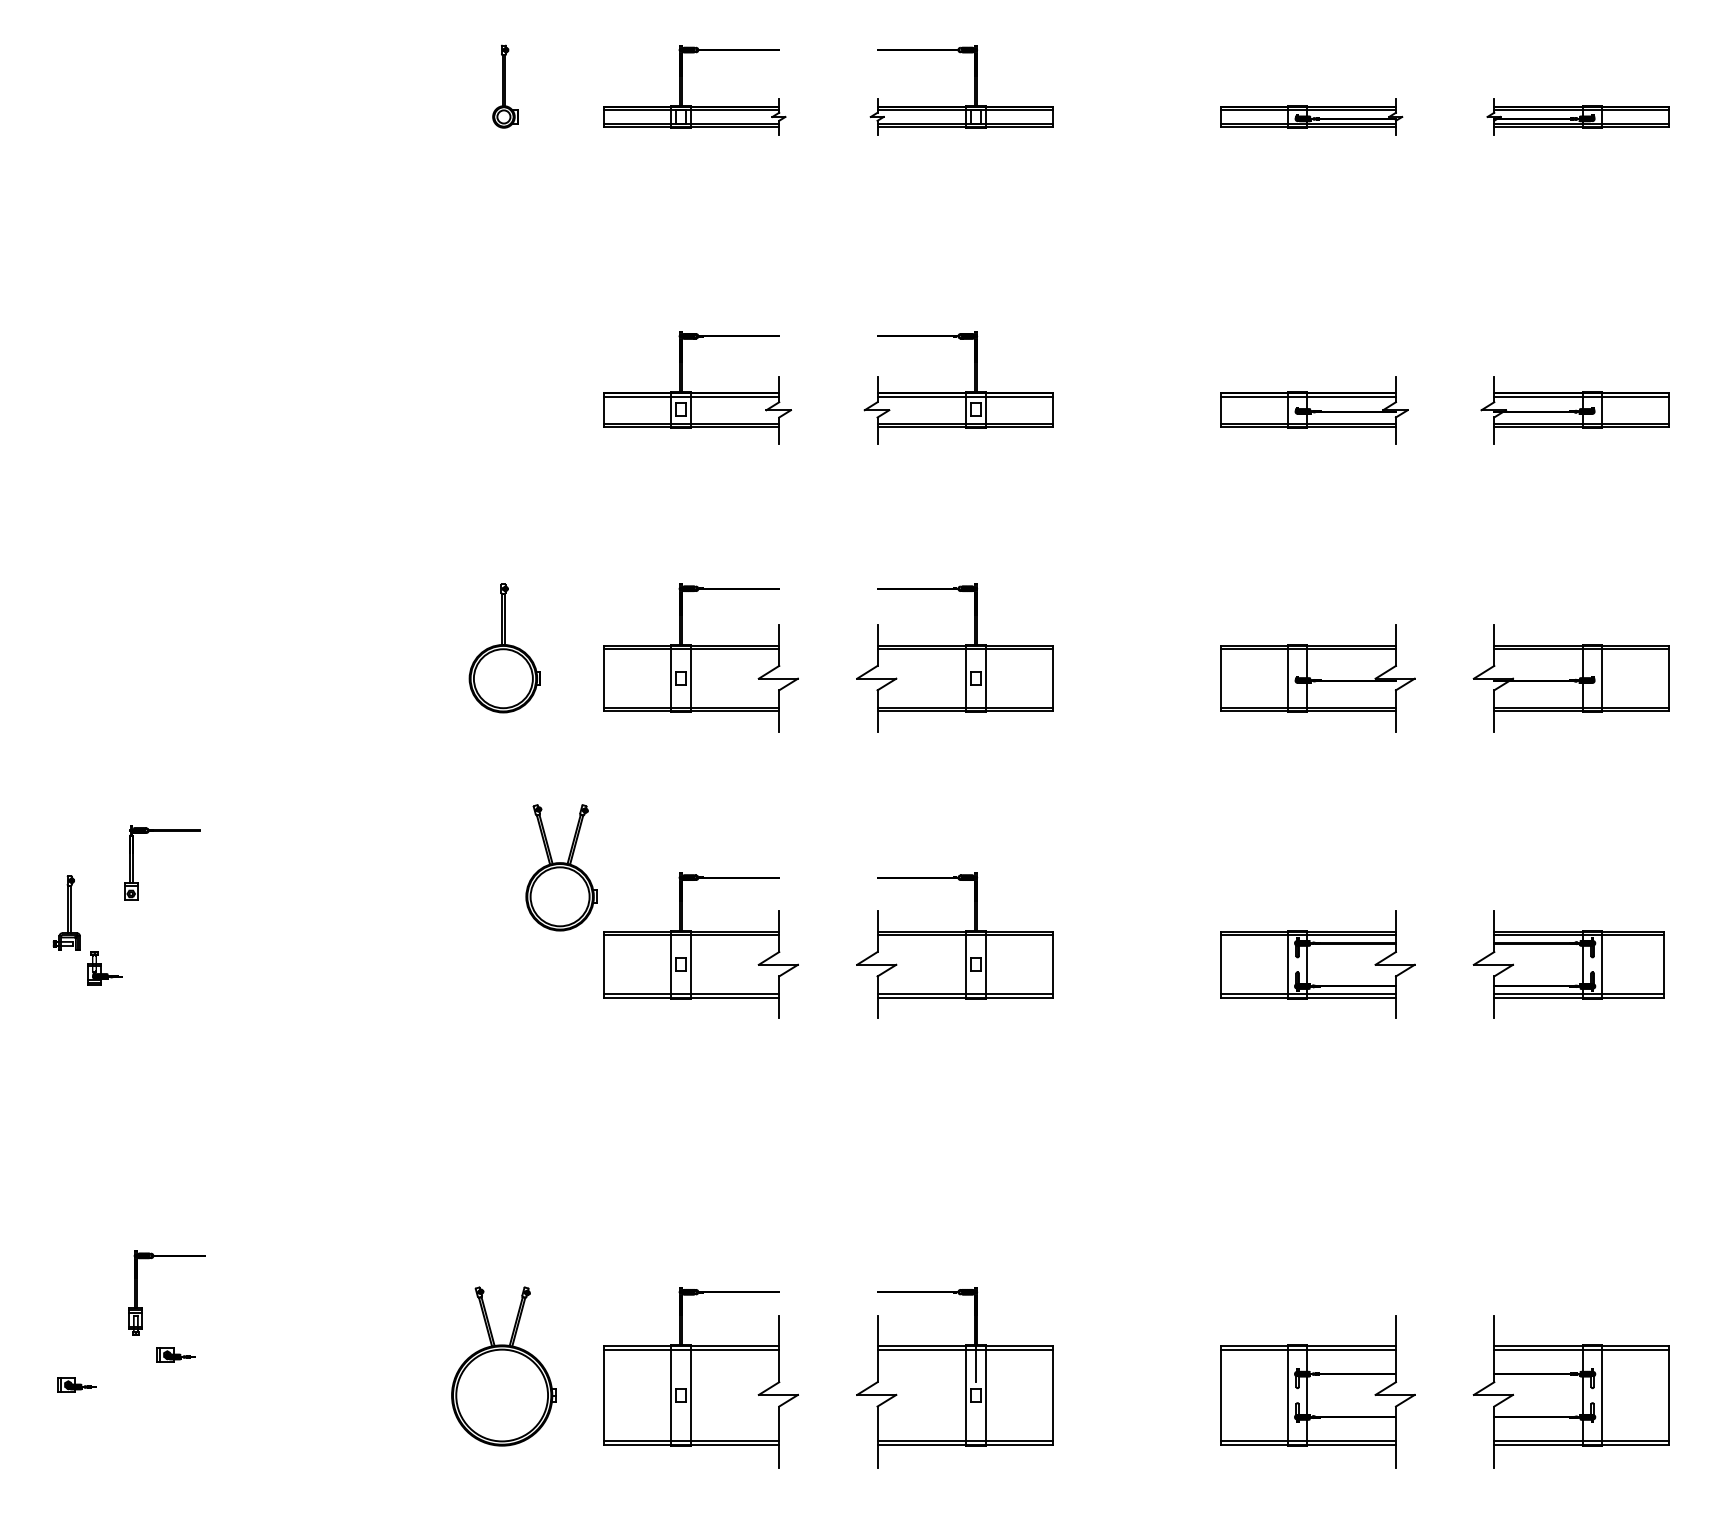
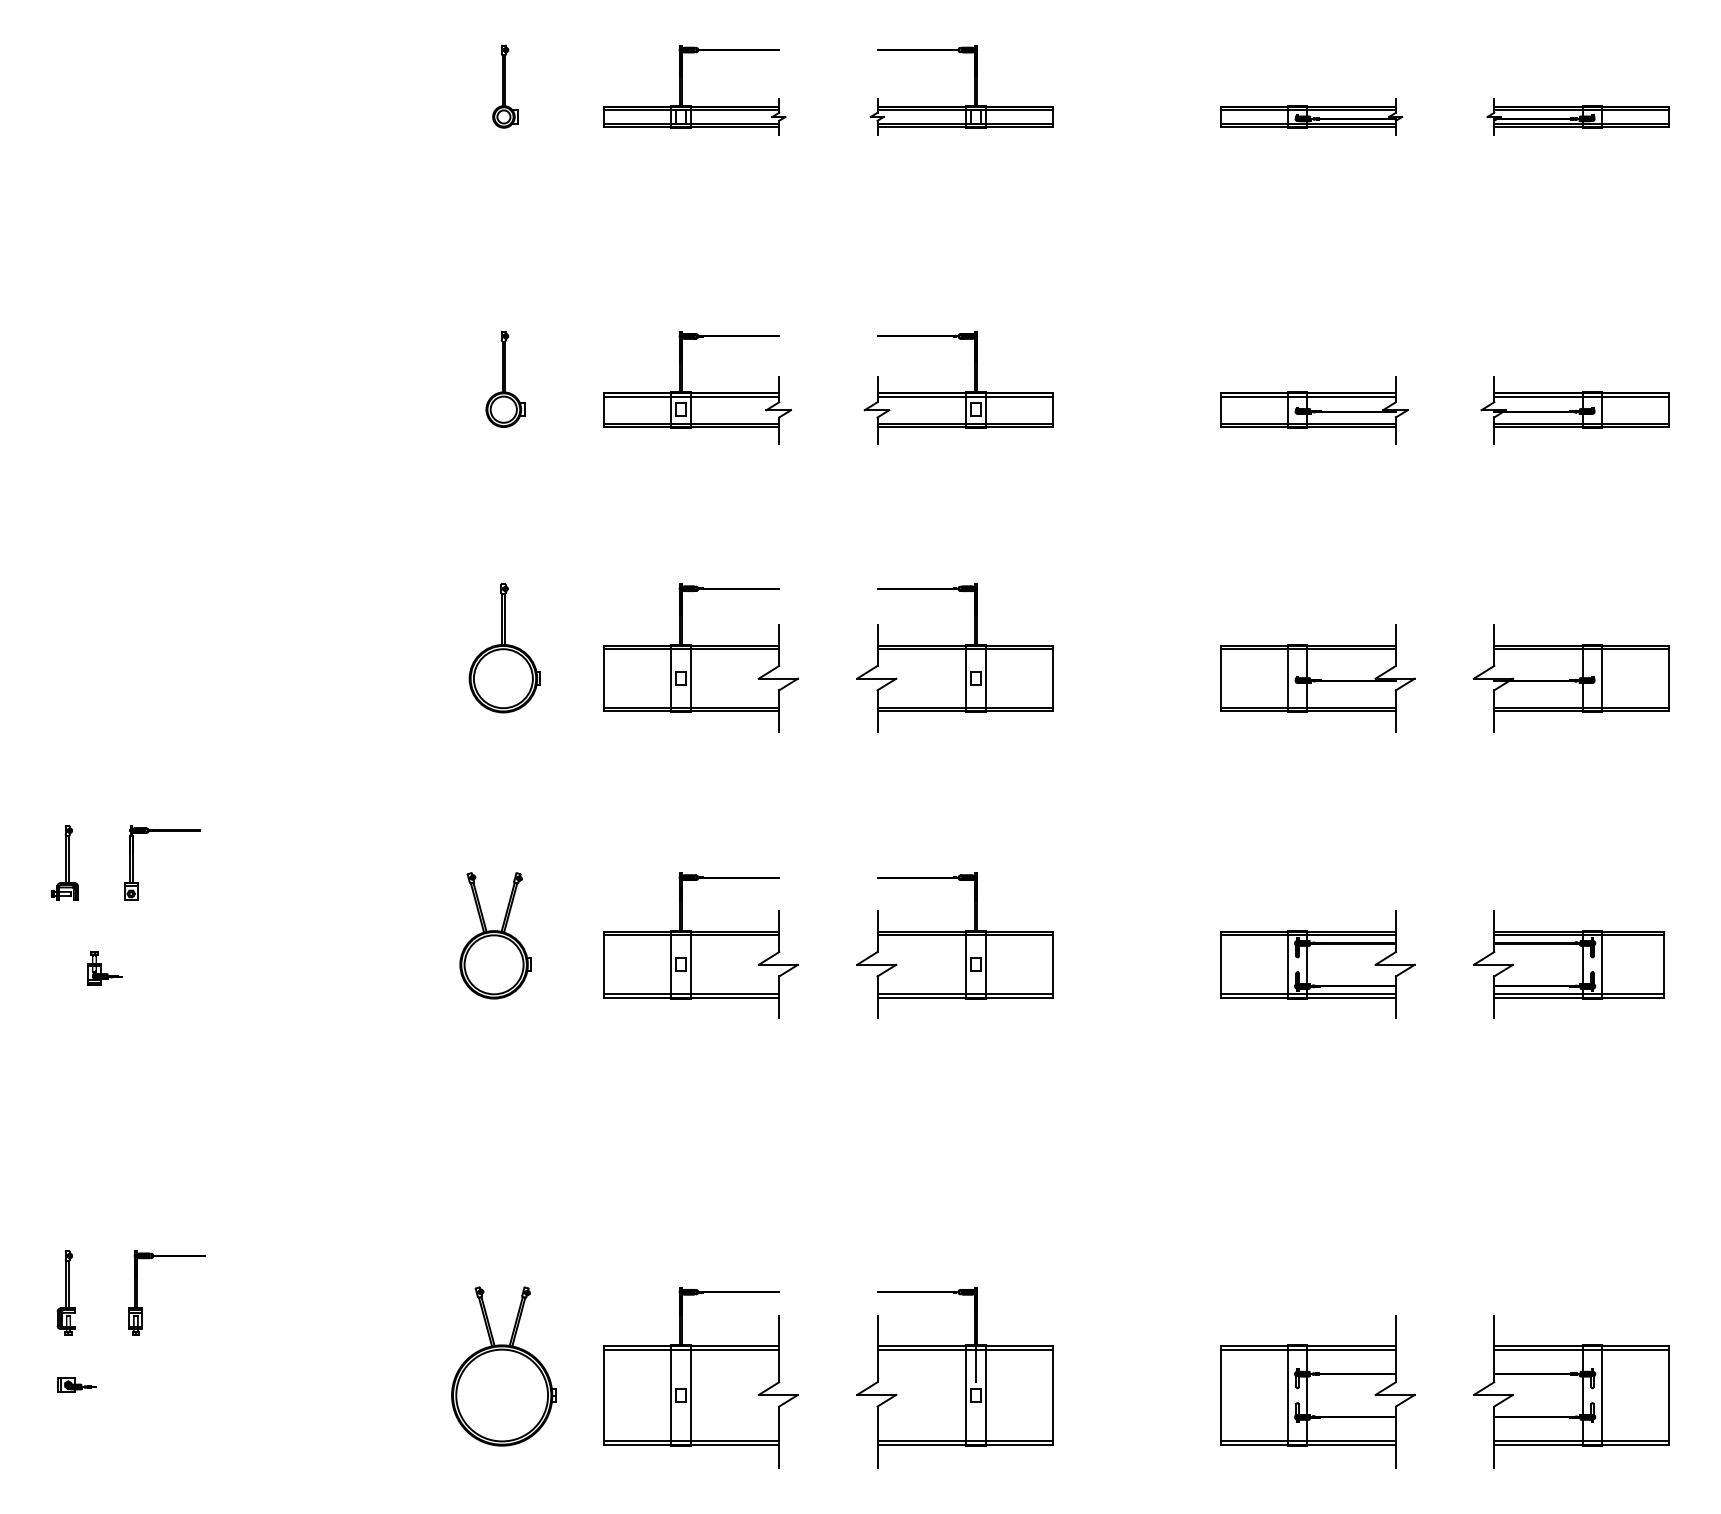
part at (505, 378): none -> present
part at (561, 867) position: (561, 867) -> (495, 935)
part at (66, 912) position: (66, 912) -> (64, 862)
part at (65, 1292): none -> present
part at (175, 1354): present -> none
